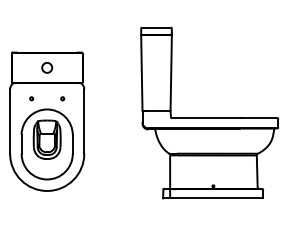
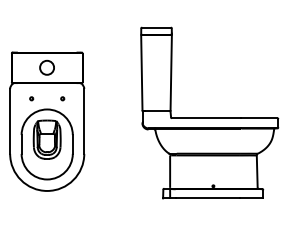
circle at (47, 67) size: 13x12 px -> 16x17 px
